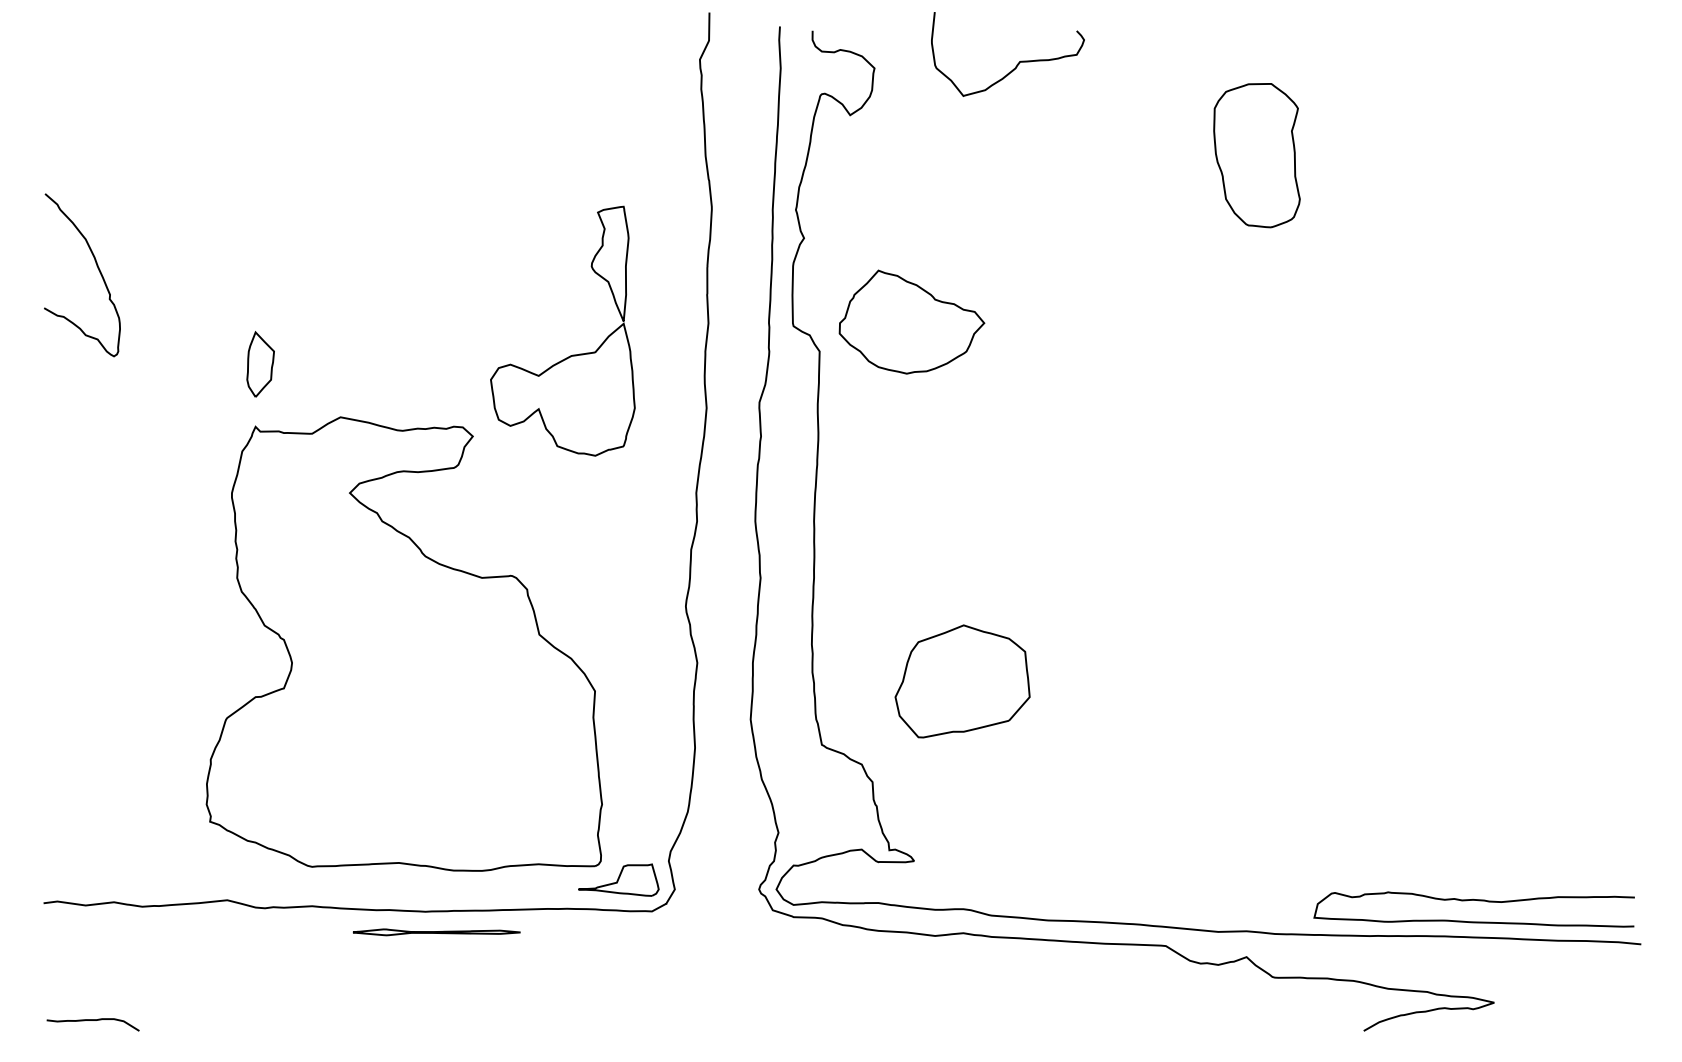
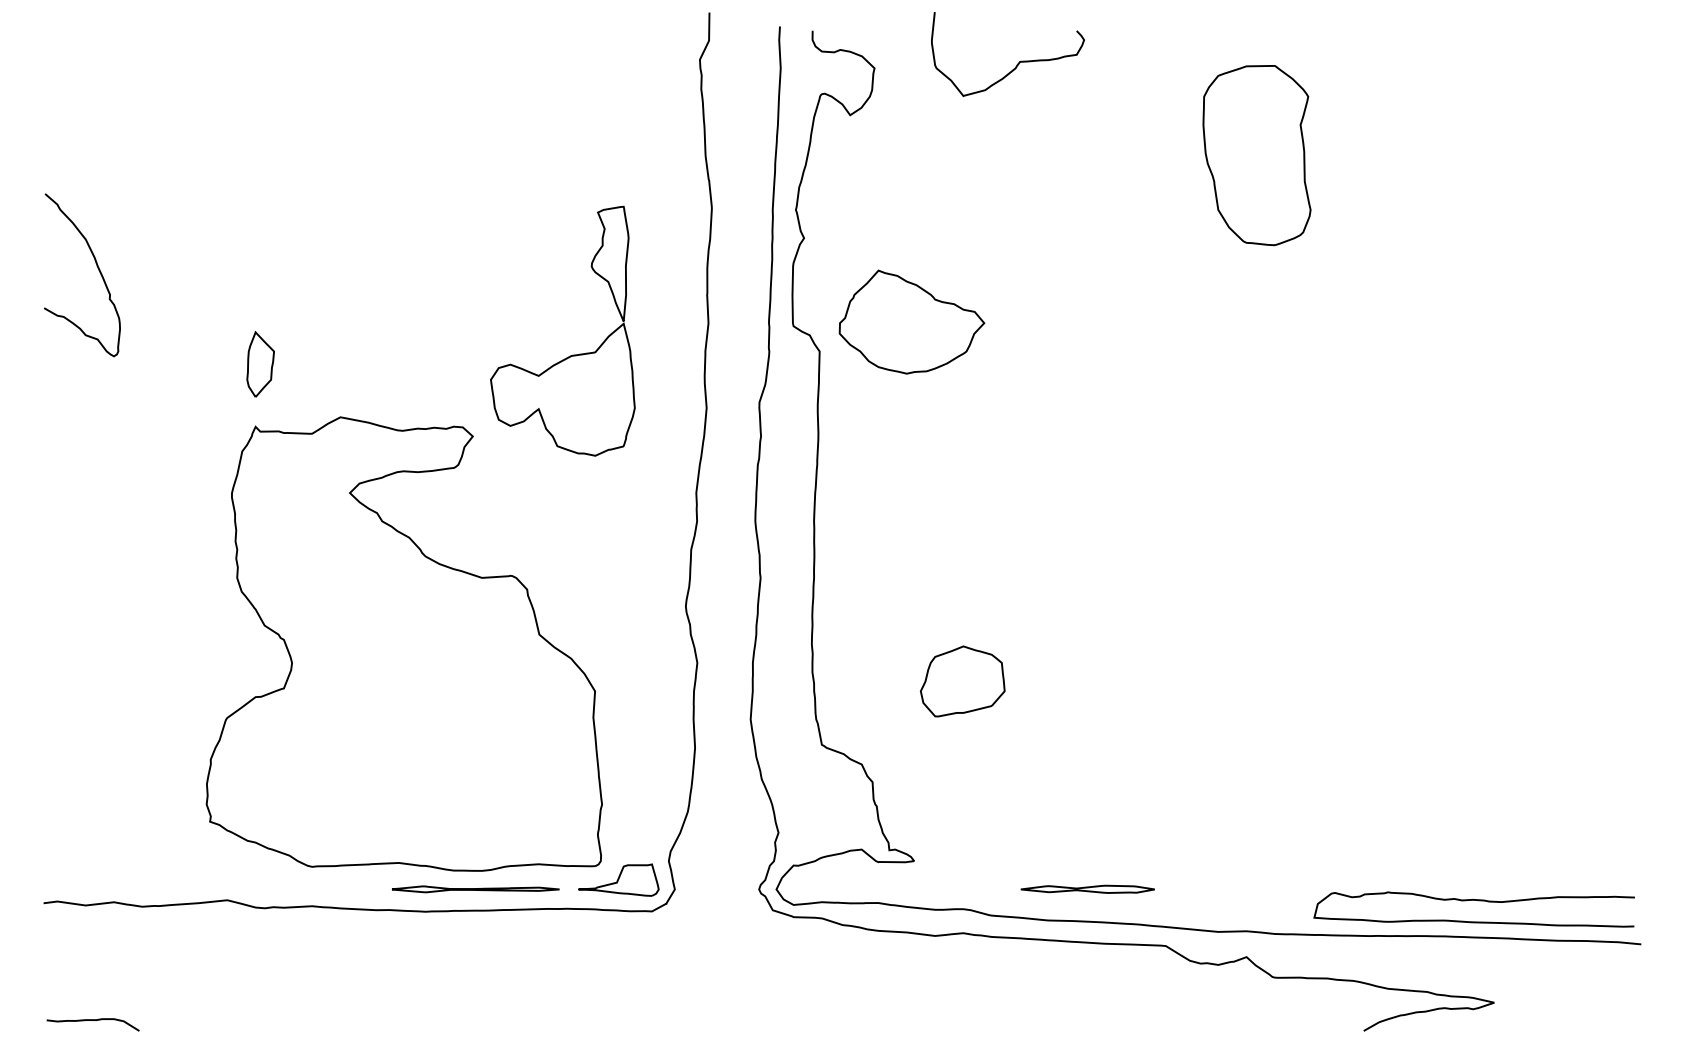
part at (1256, 155) size: 88x146 px -> 110x182 px
part at (962, 681) size: 137x115 px -> 86x73 px
part at (1087, 888): none -> present
part at (436, 932) position: (436, 932) -> (475, 889)
